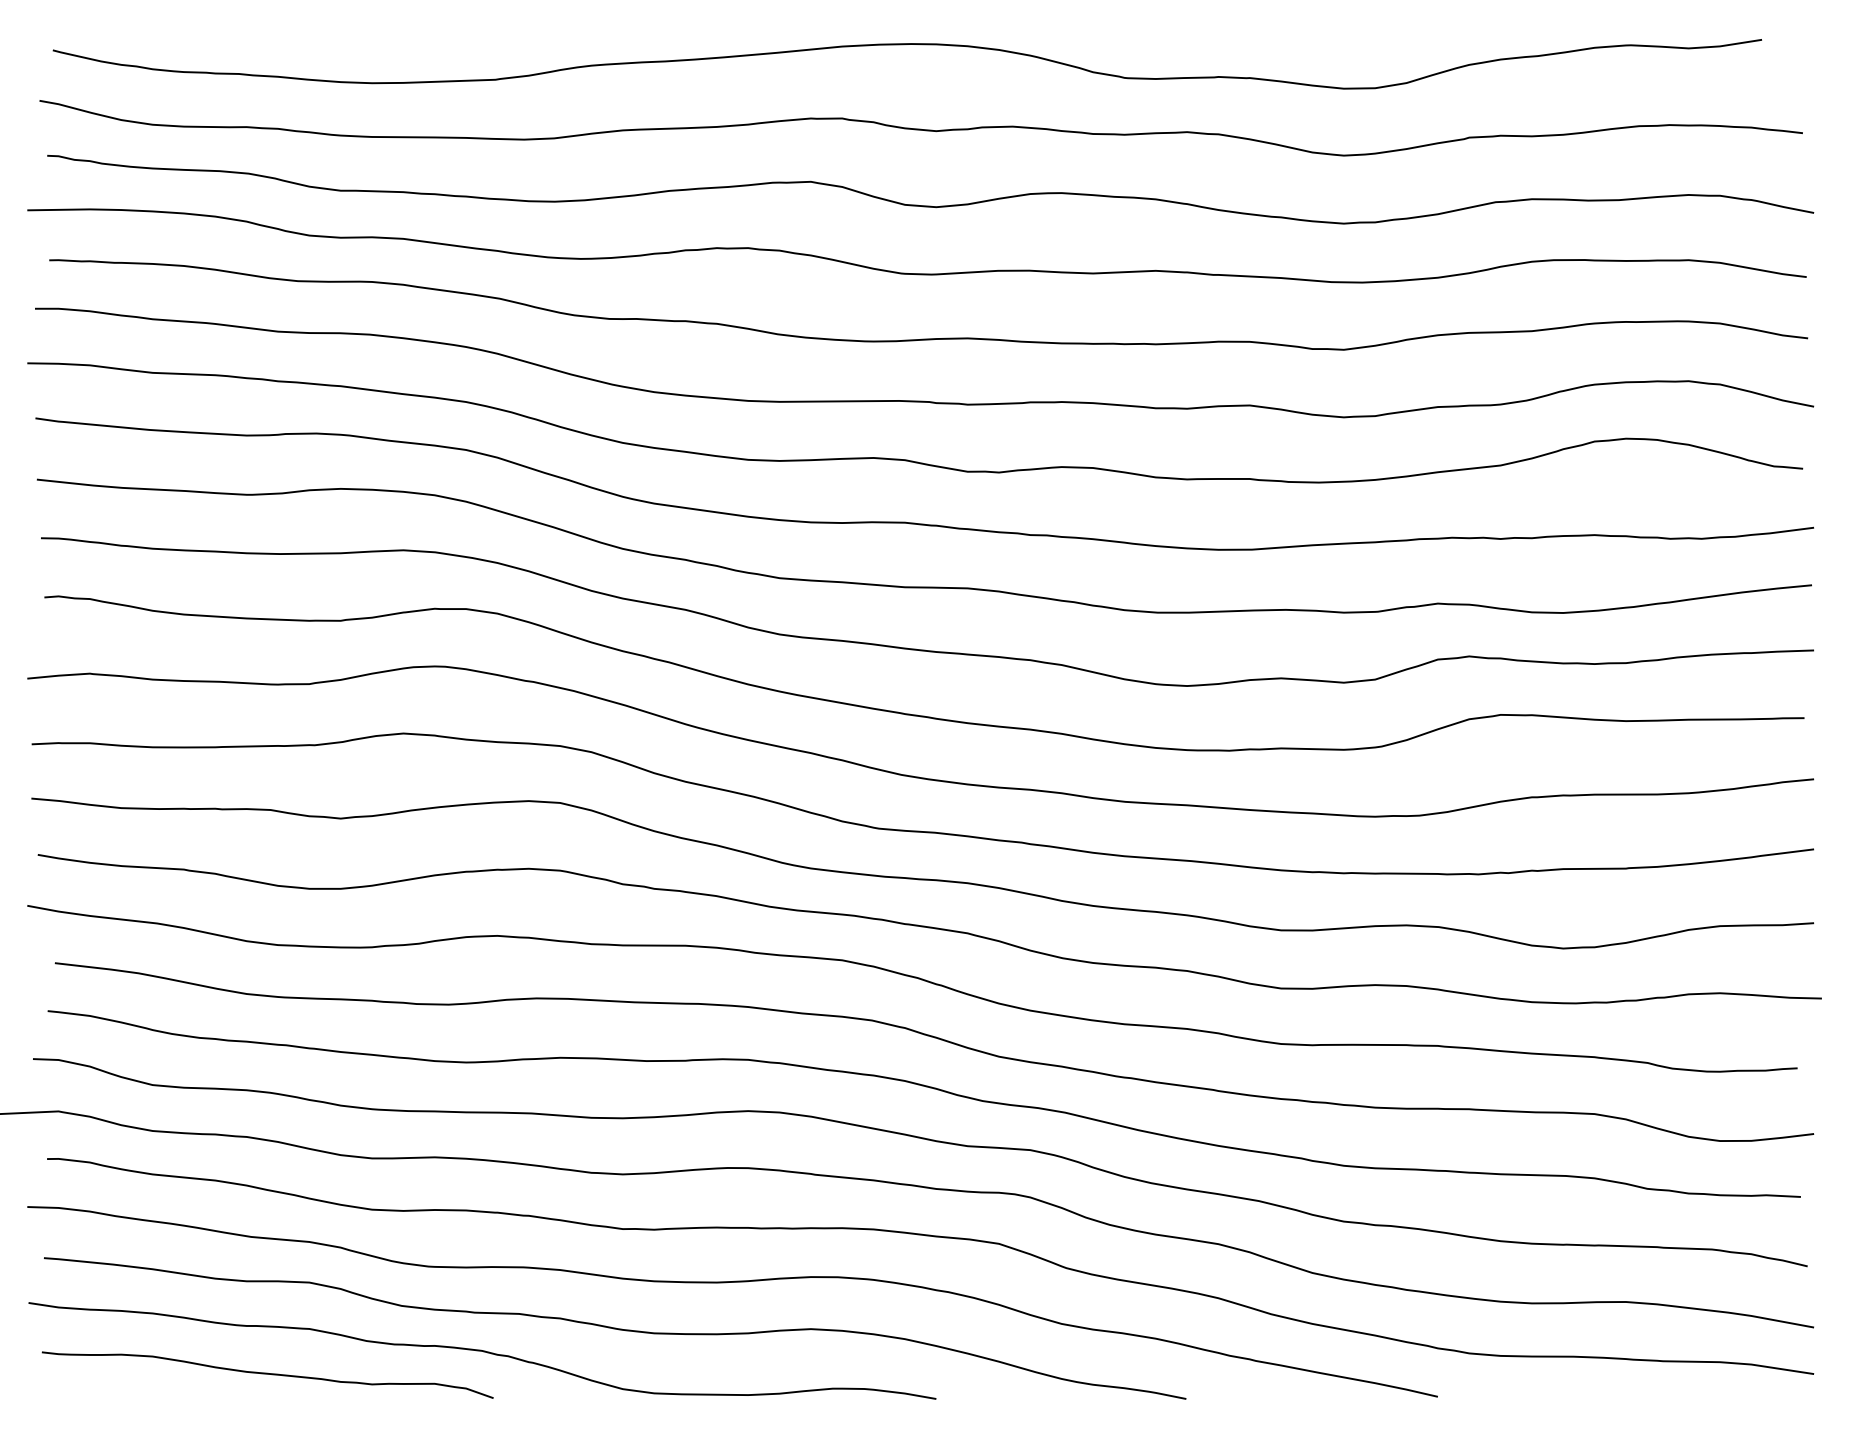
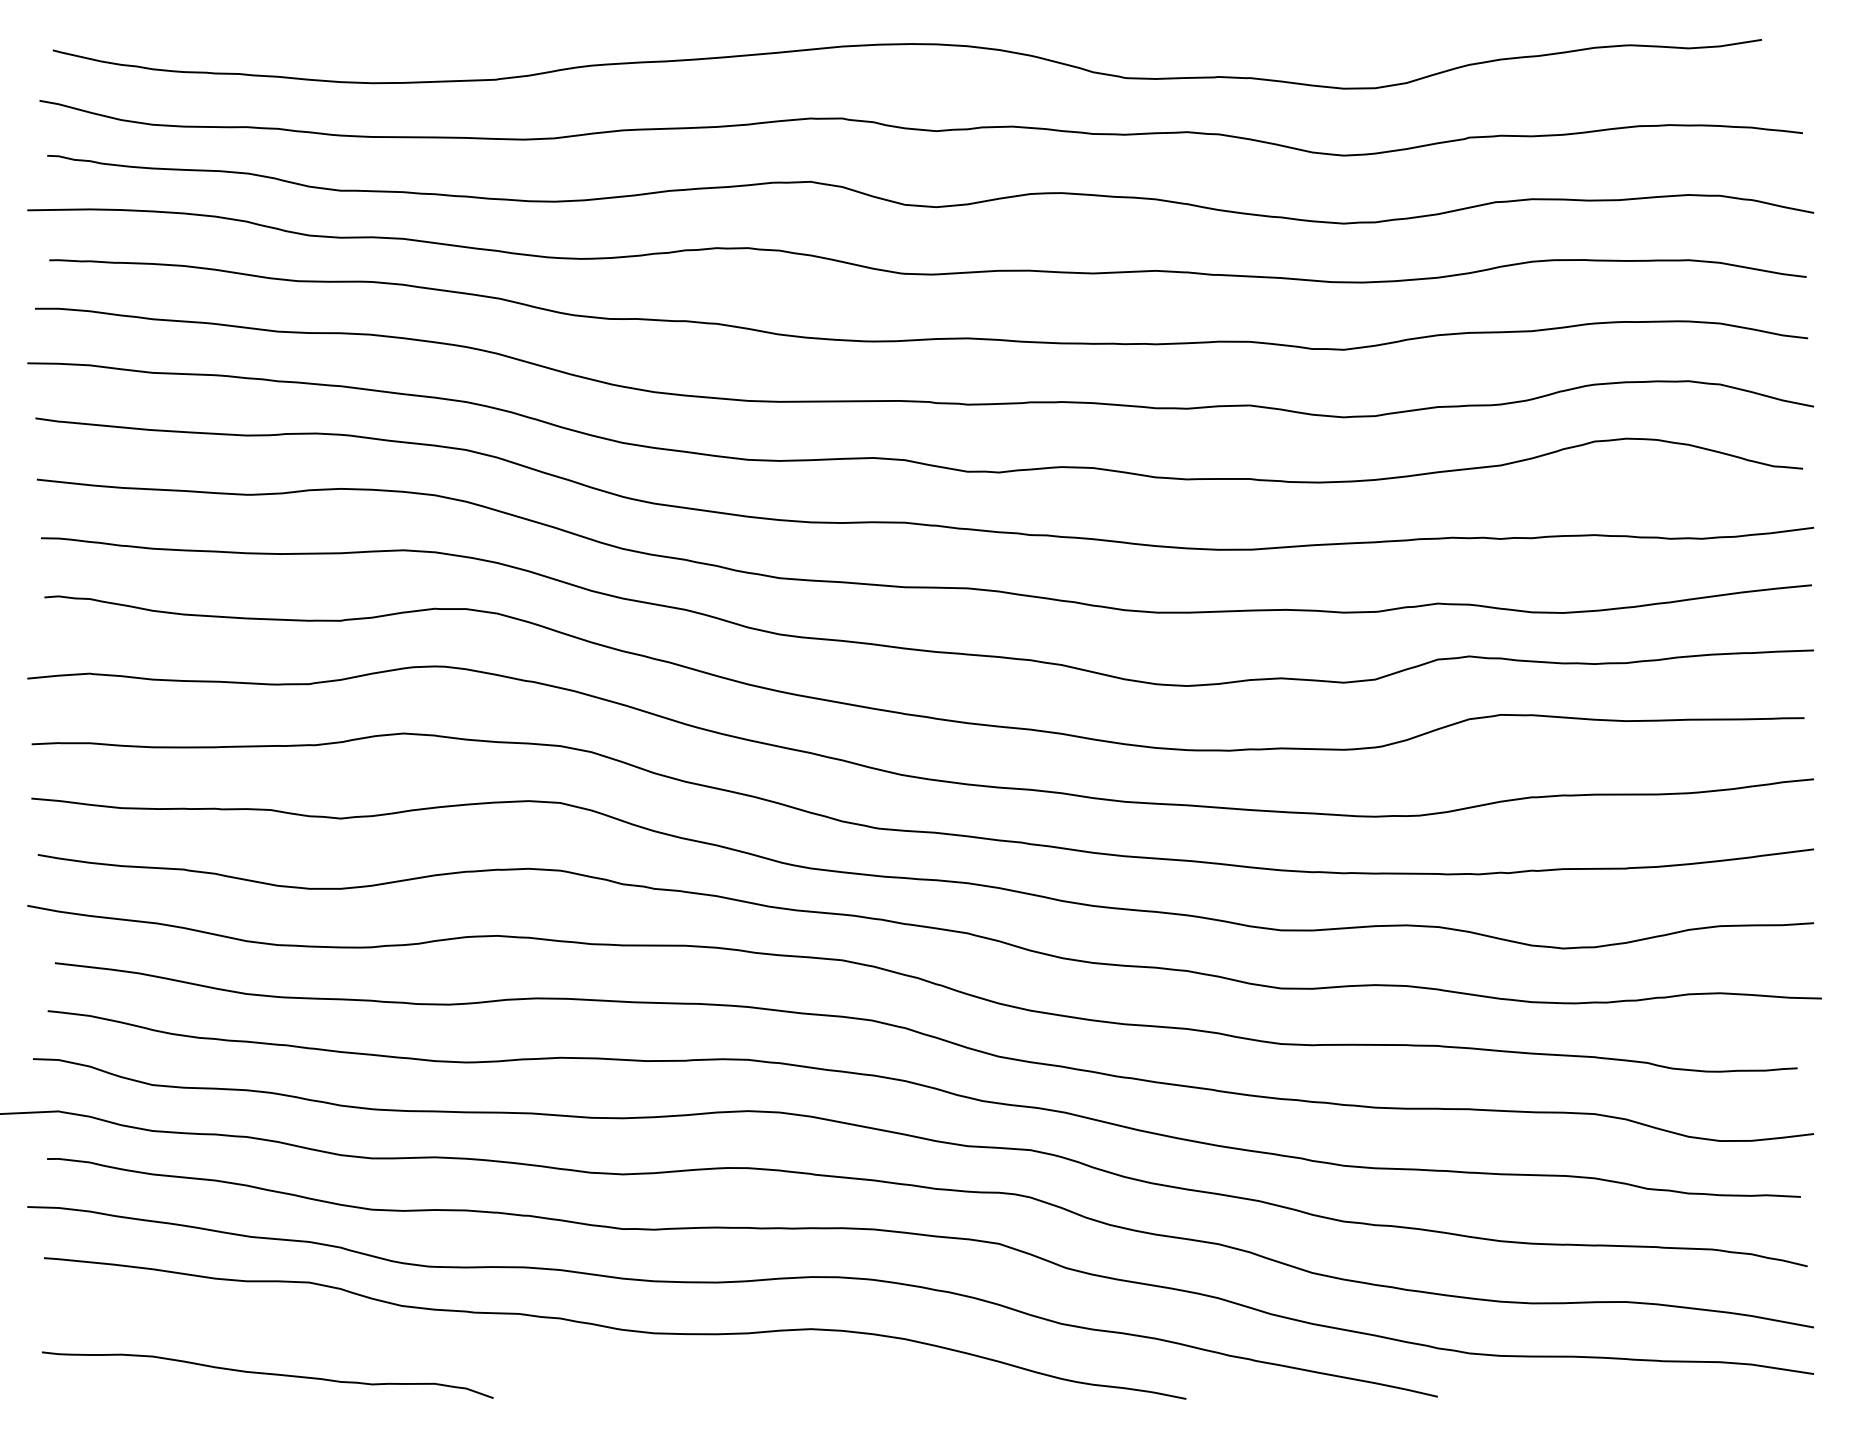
curve at (482, 1350): present -> none
